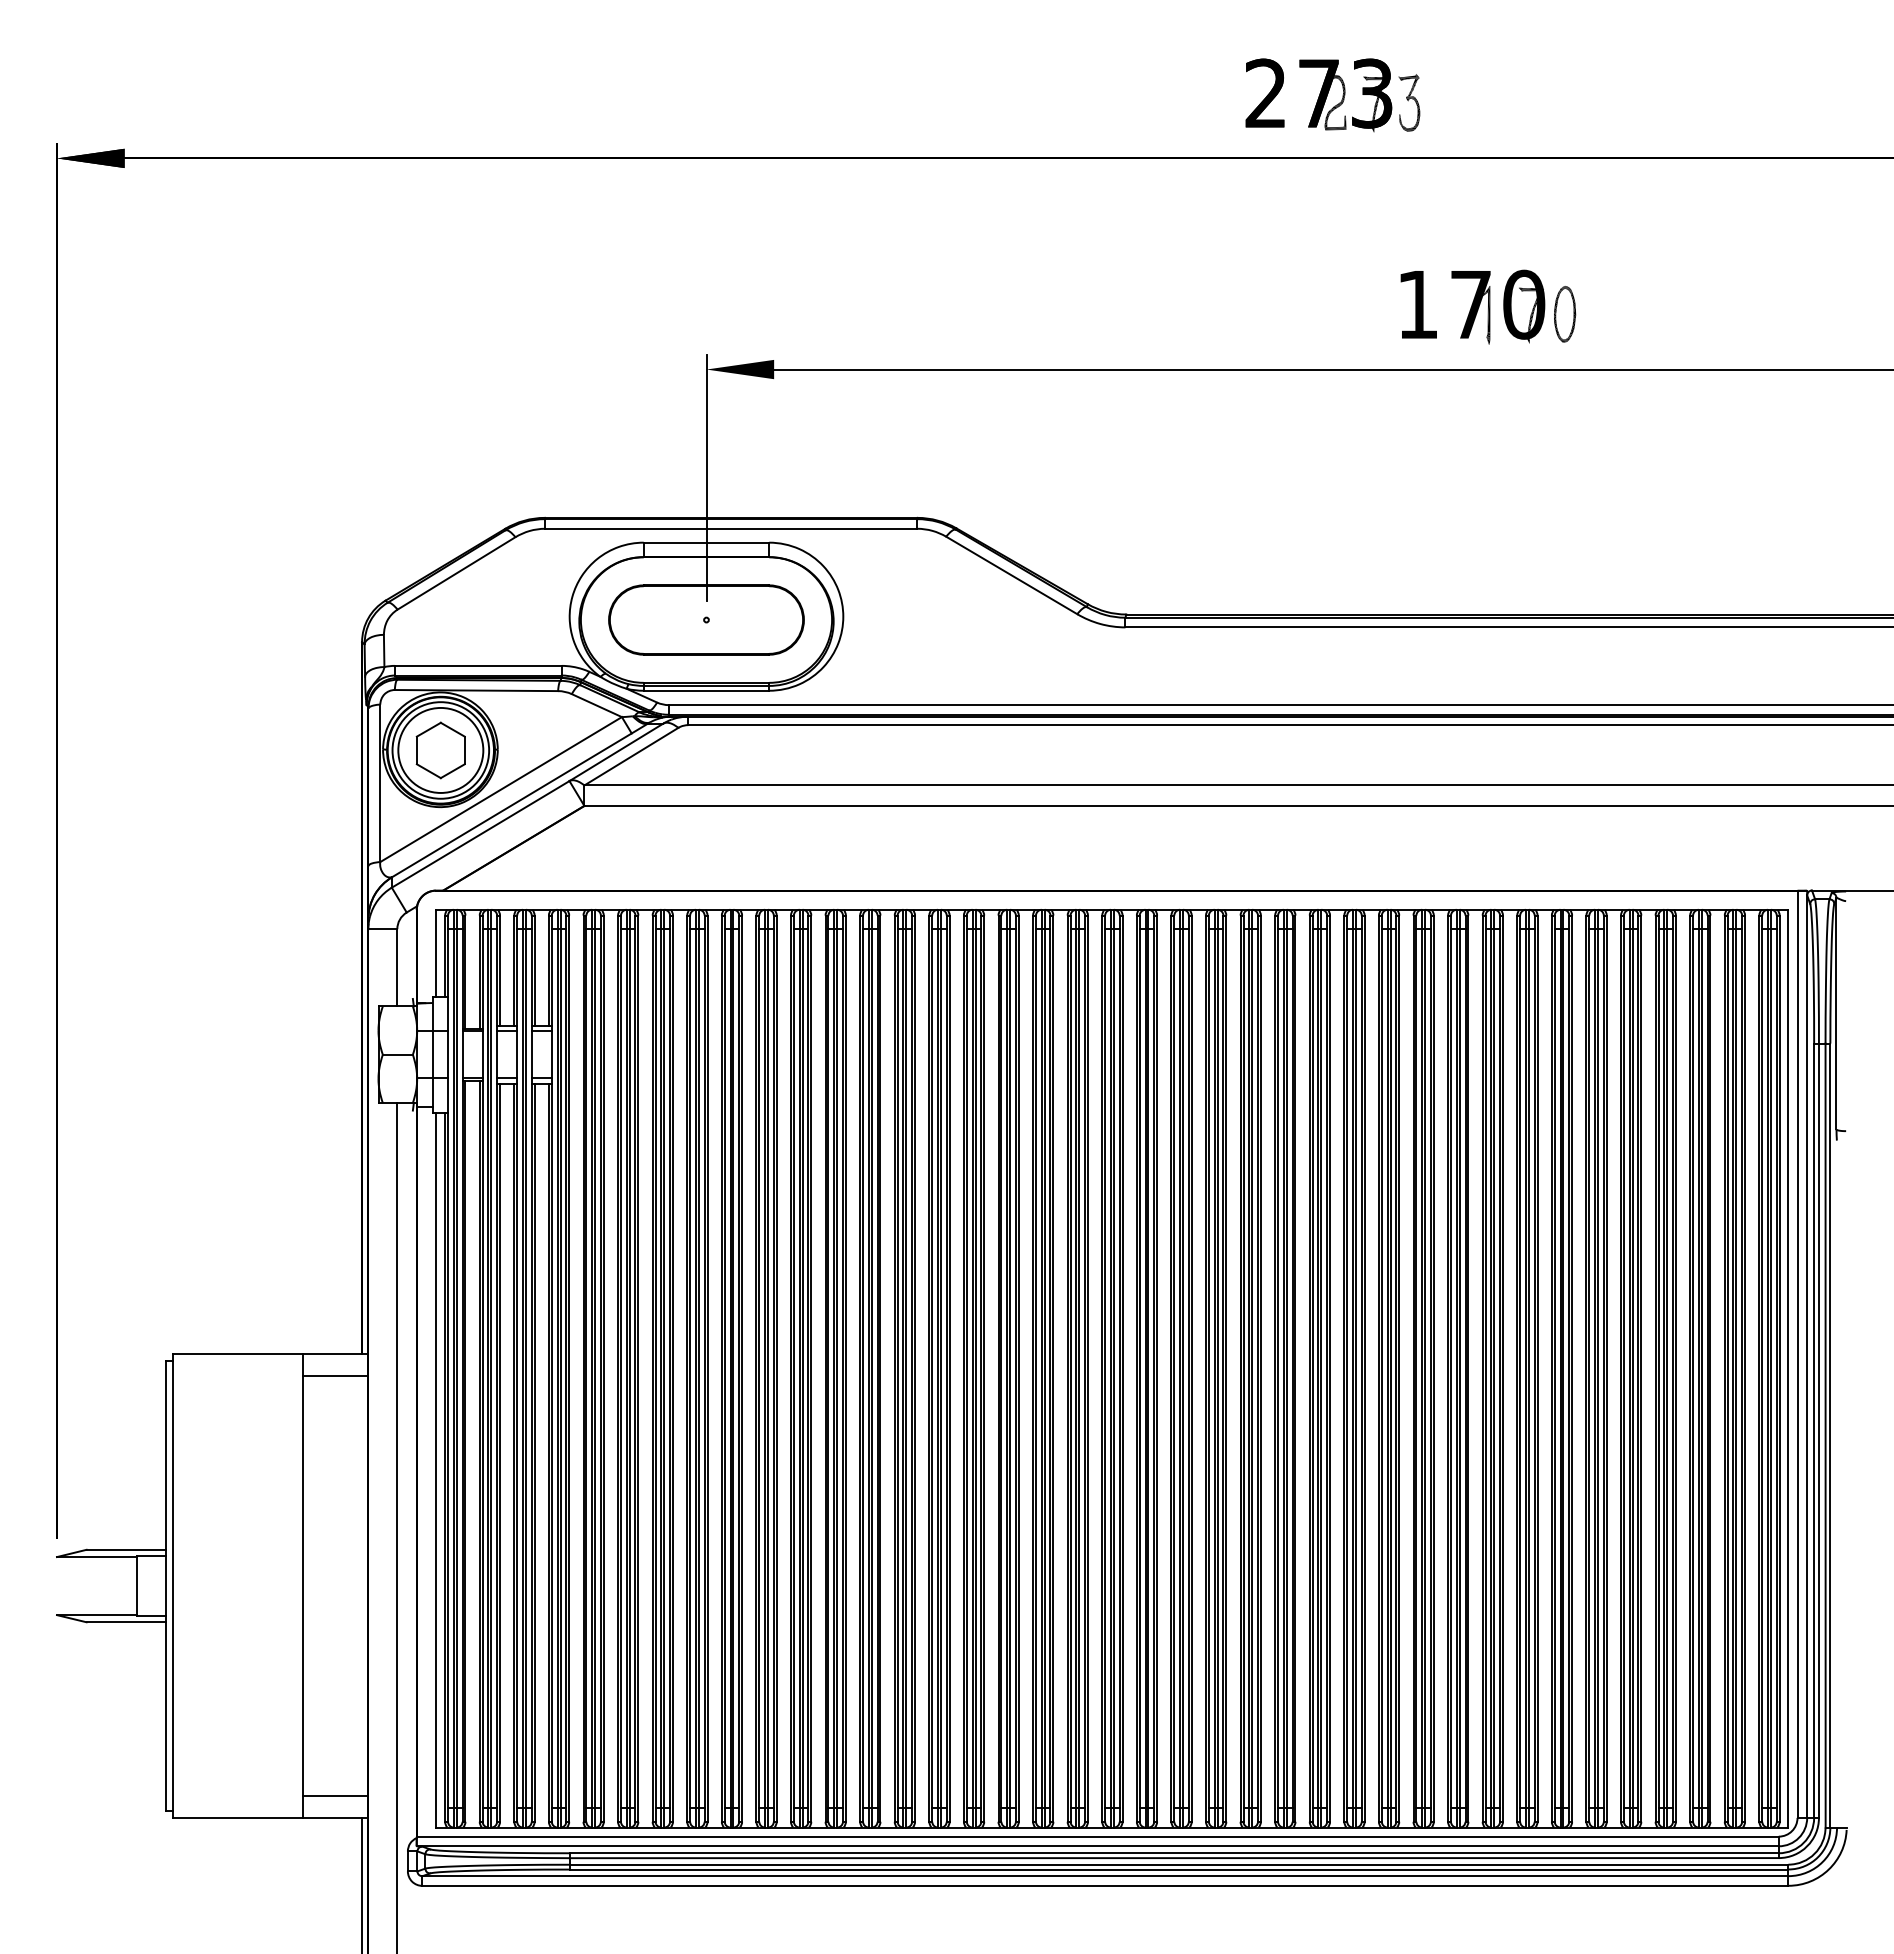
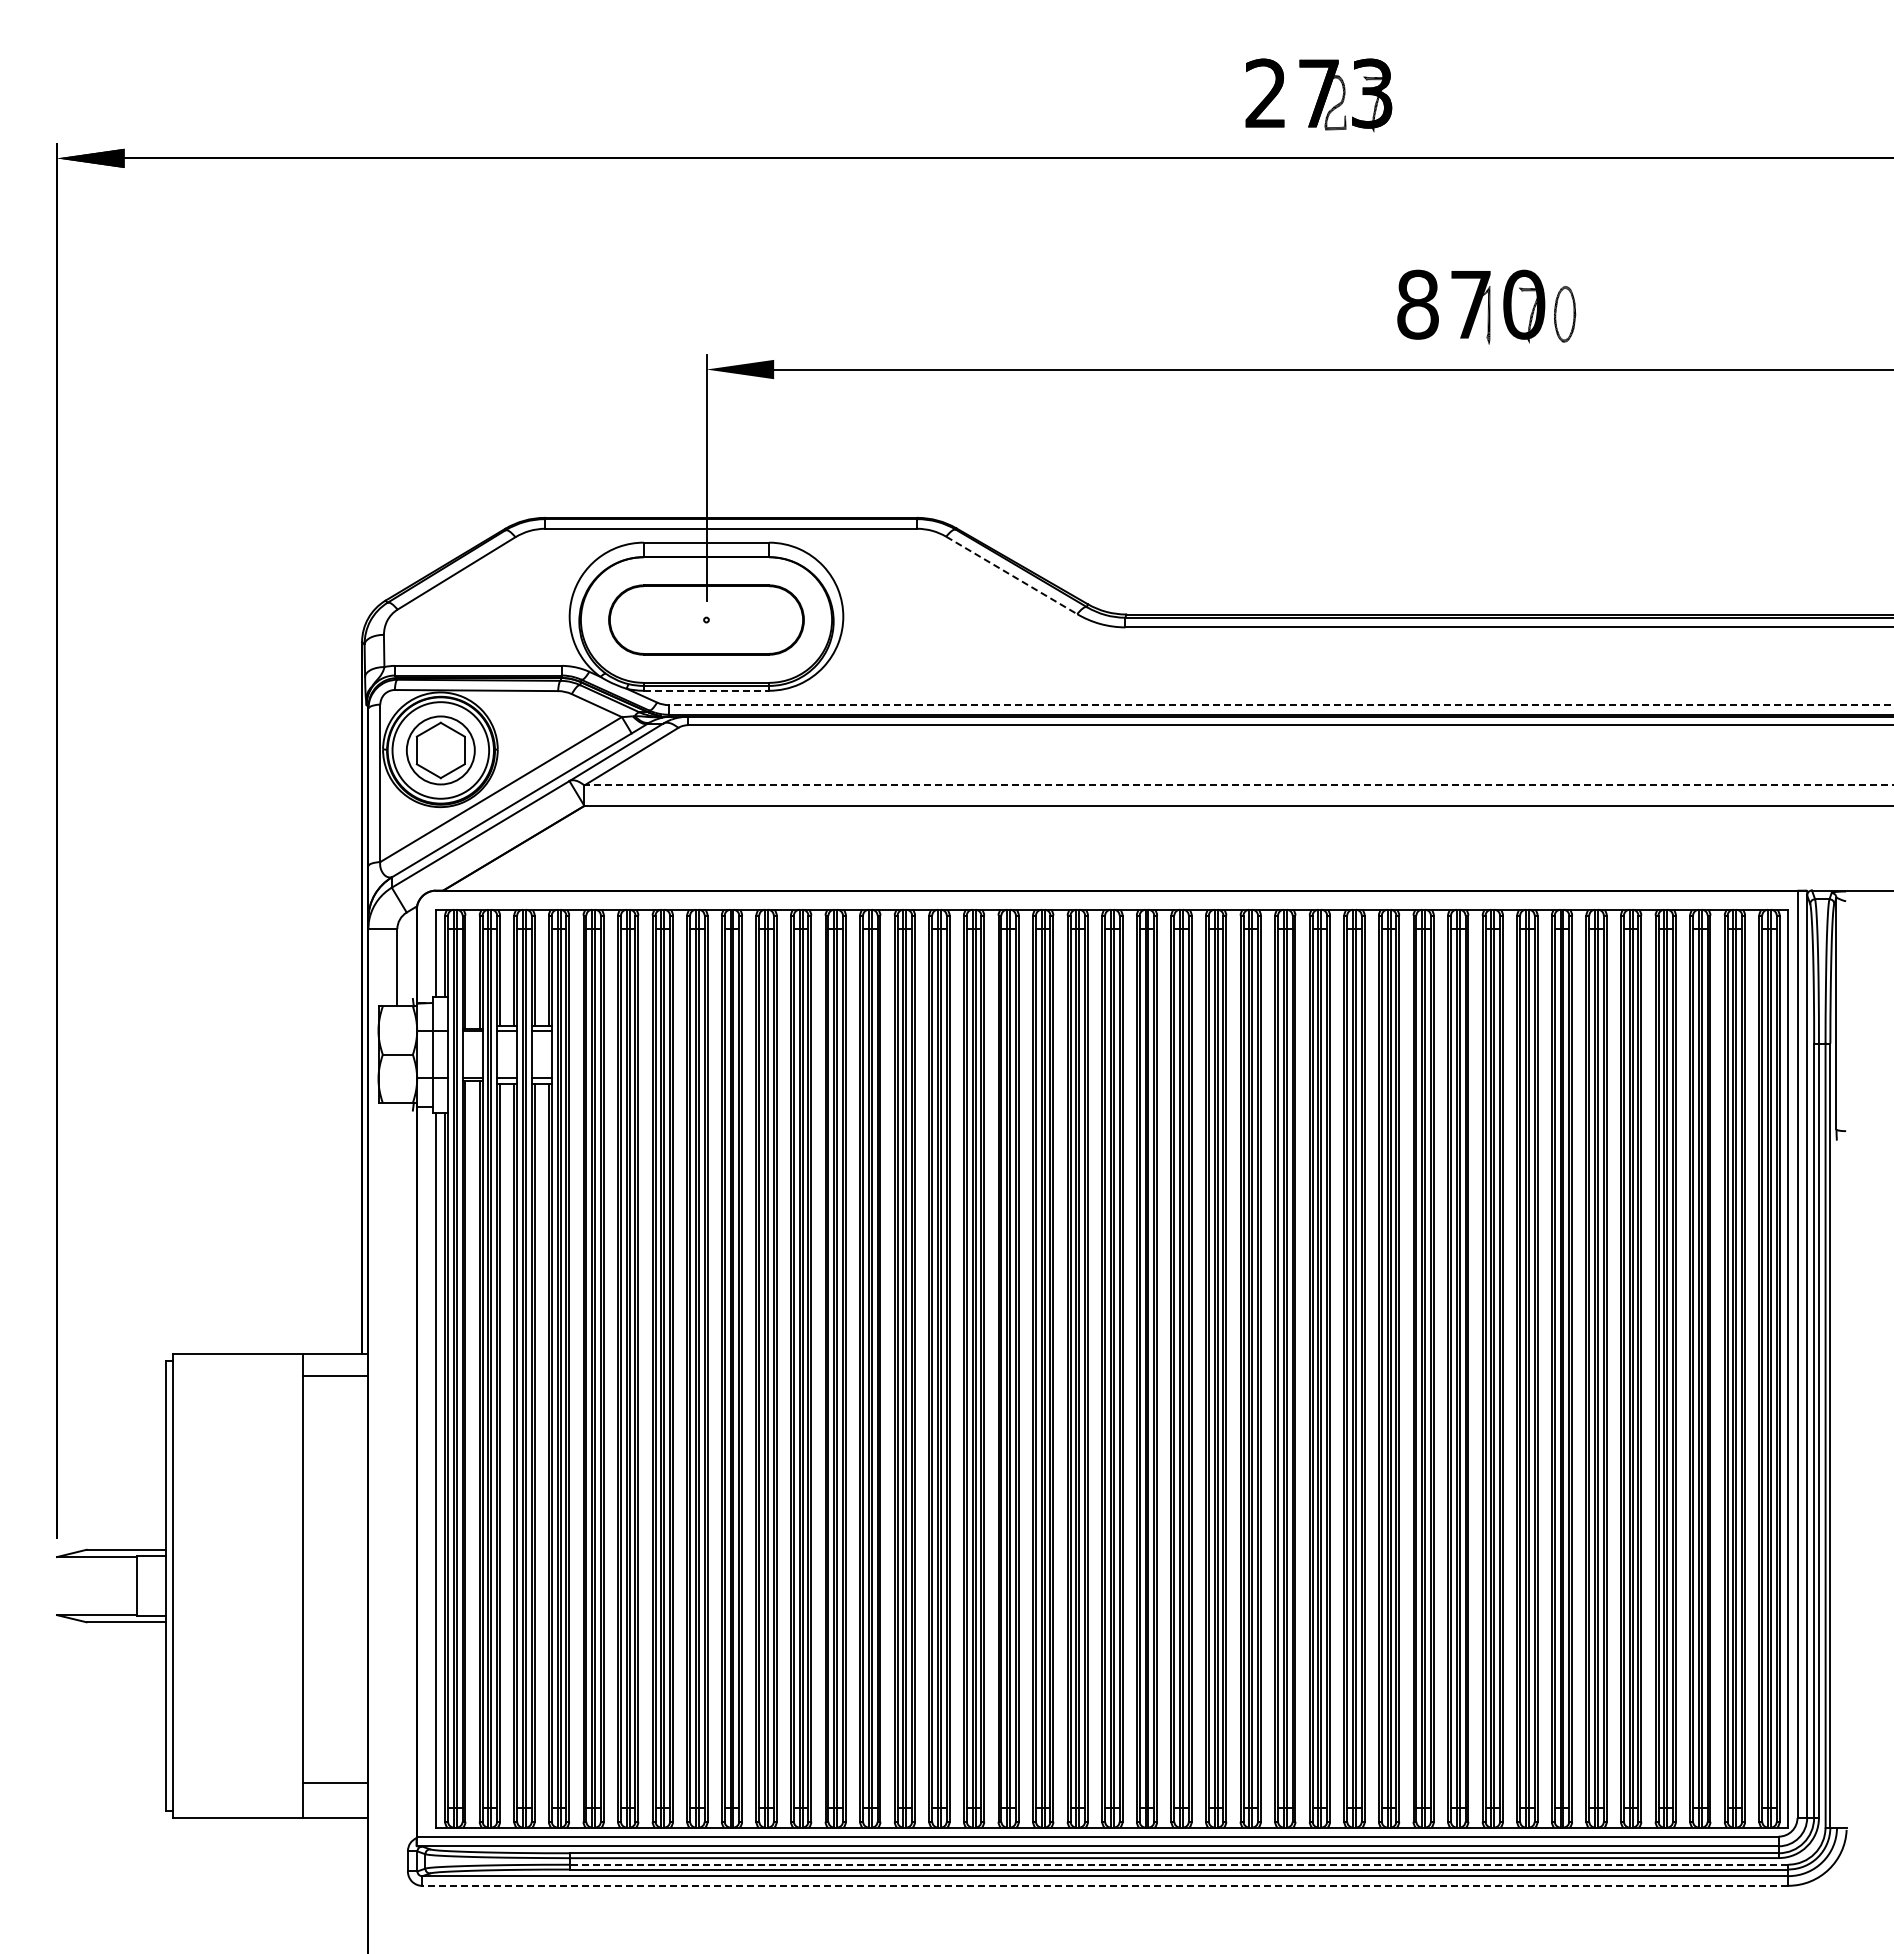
part at (1409, 102): present -> none
text at (1417, 304): 170 -> 870
line at (1012, 575): solid -> dashed
line at (706, 690): solid -> dashed
line at (1280, 705): solid -> dashed
circle at (440, 749) diameter: 85 px -> 68 px
line at (1238, 785): solid -> dashed
line at (397, 1526): present -> none
line at (335, 1796) position: (335, 1796) -> (335, 1783)
line at (1178, 1864): solid -> dashed
line at (362, 1883): present -> none
line at (1104, 1885): solid -> dashed
